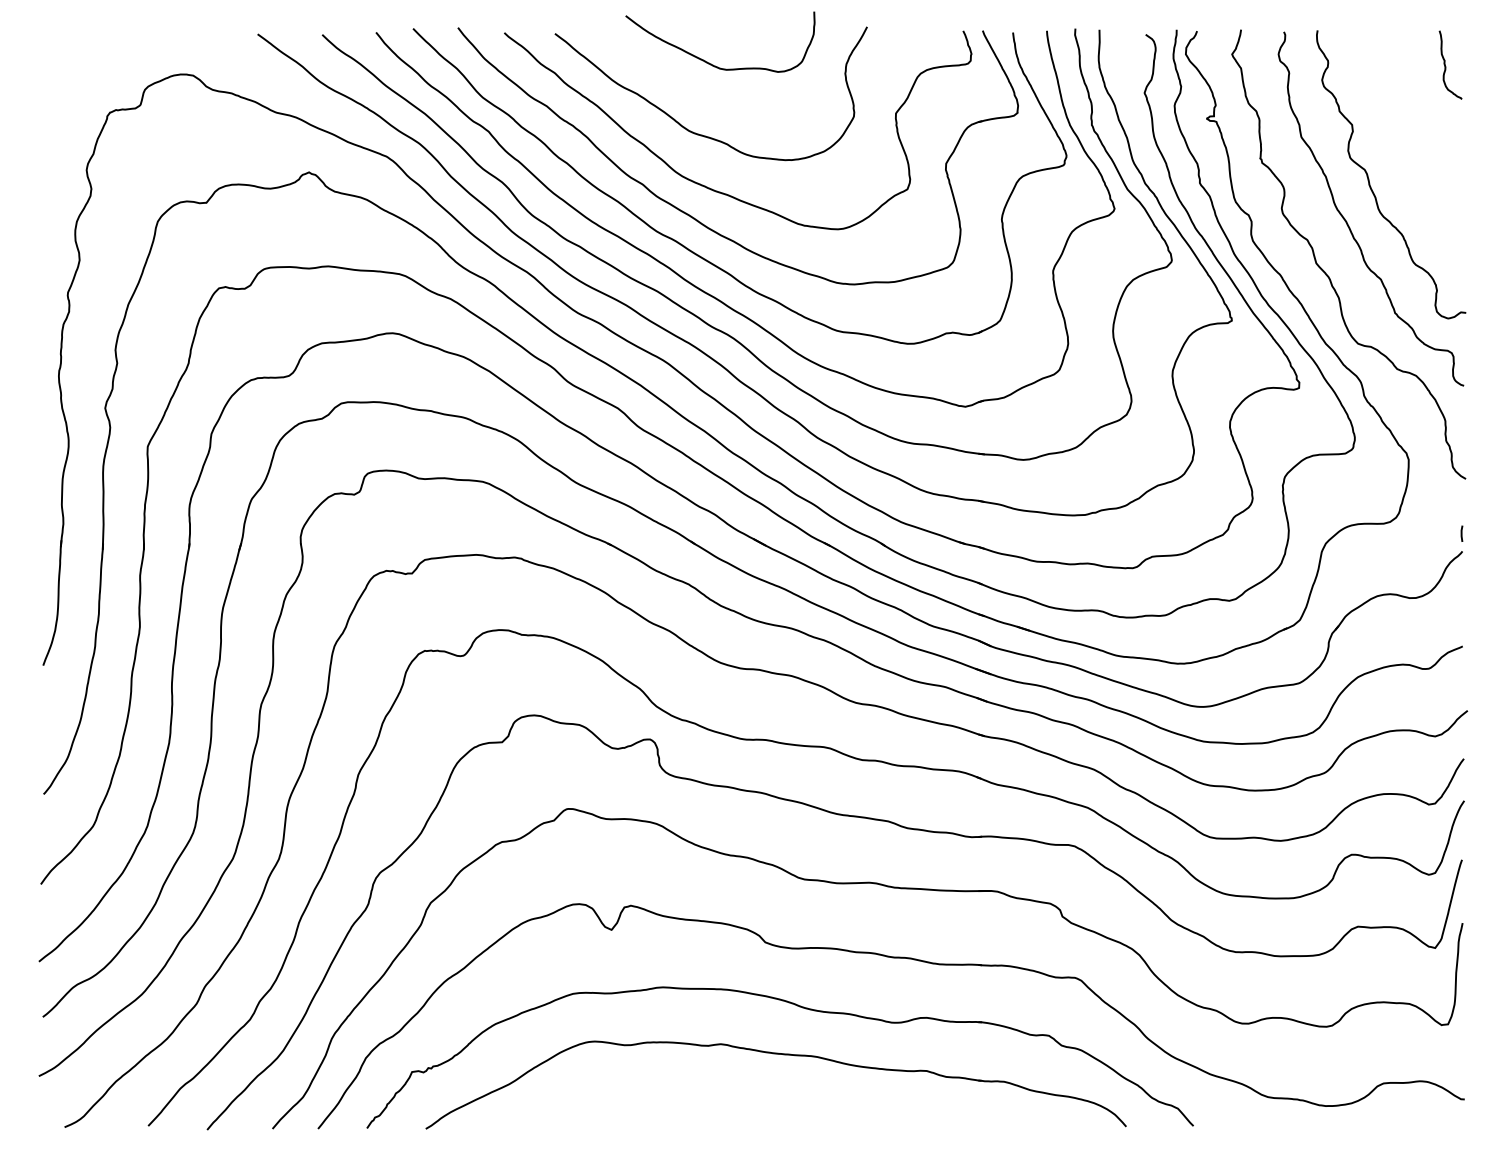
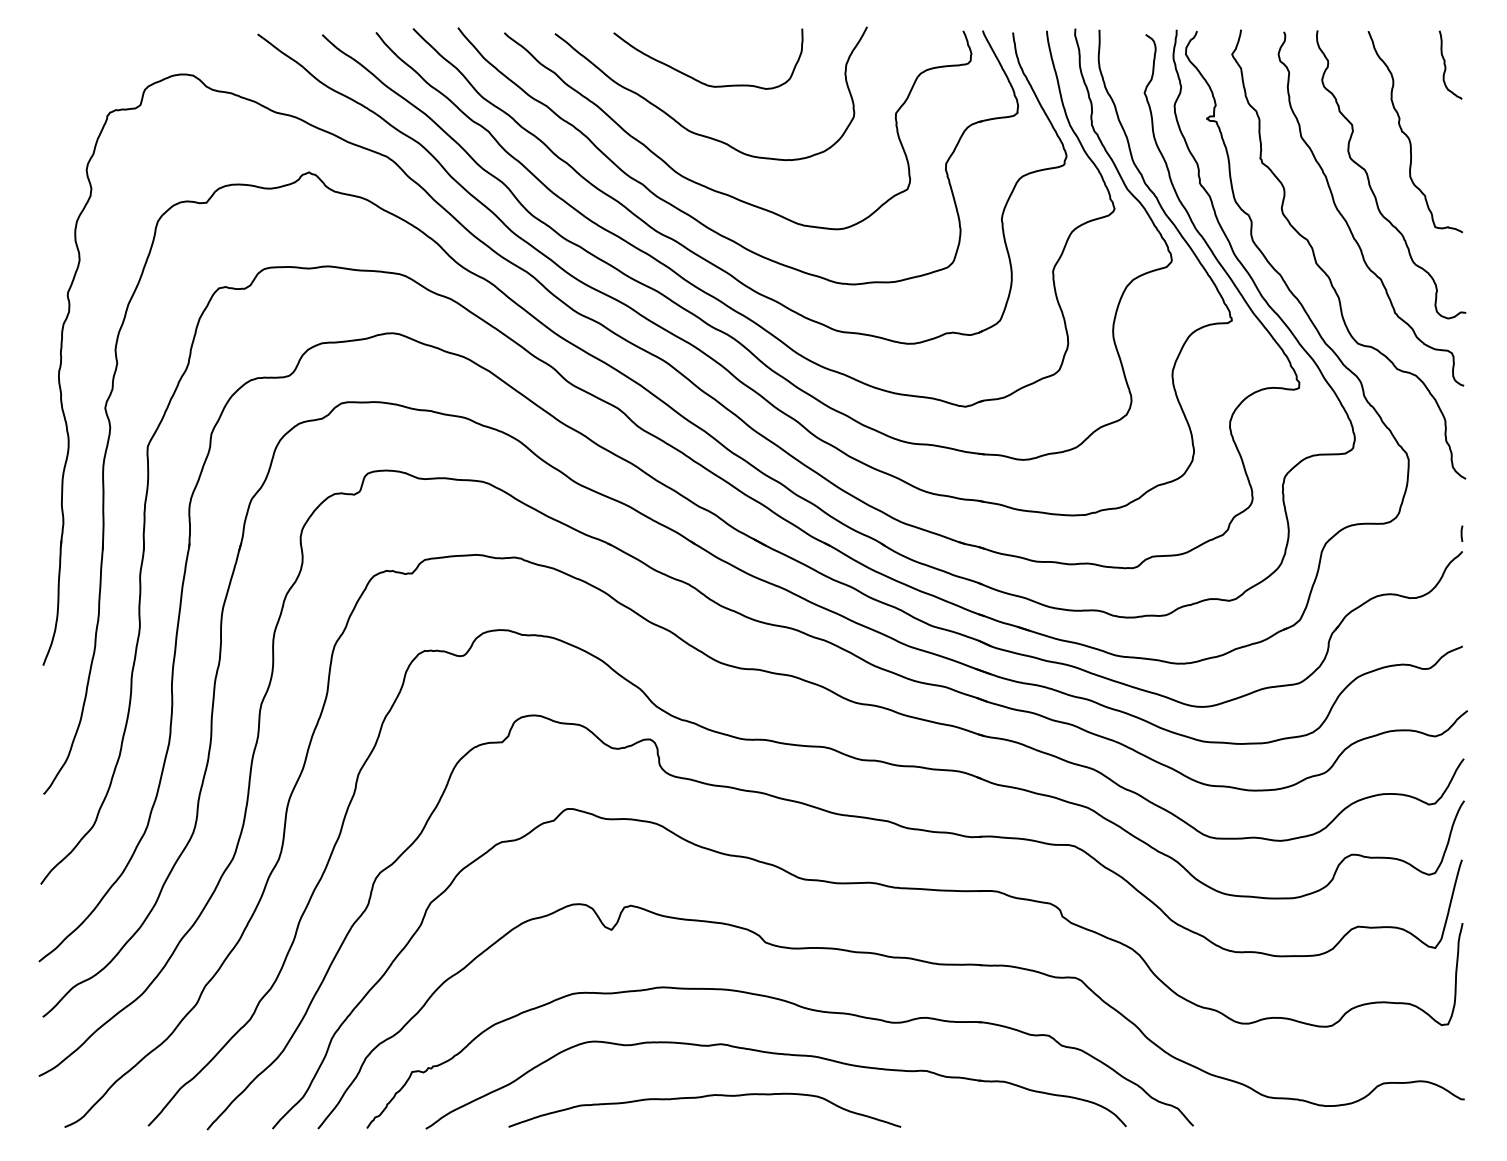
curve at (709, 62) position: (709, 62) -> (697, 79)
curve at (1409, 137): none -> present
curve at (700, 1098): none -> present
